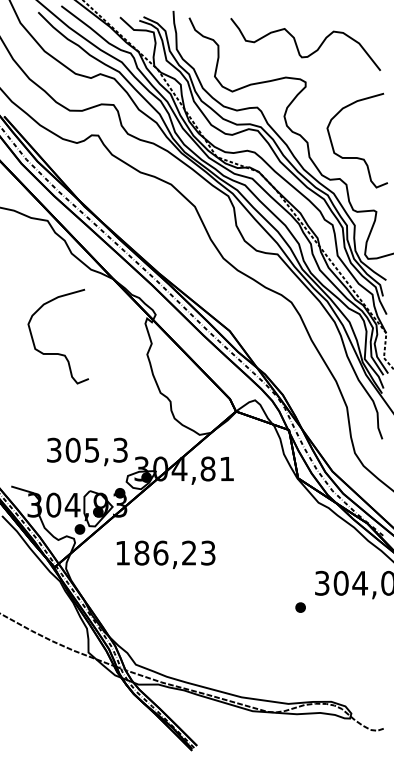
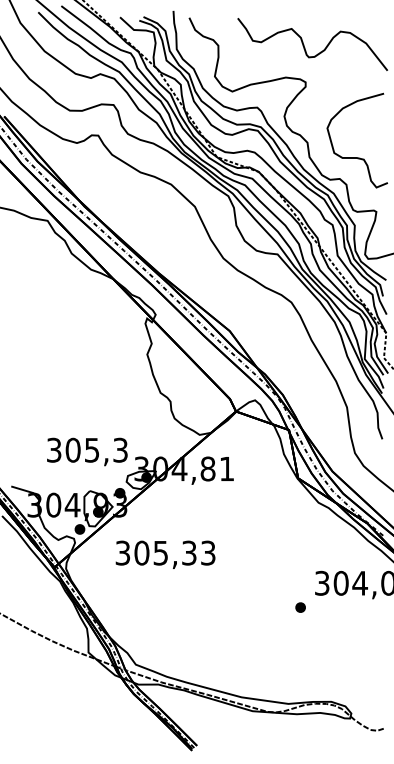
curve at (298, 47) position: (298, 47) -> (305, 47)
curve at (57, 353): present -> none
text at (155, 552): 186,23 -> 305,33
